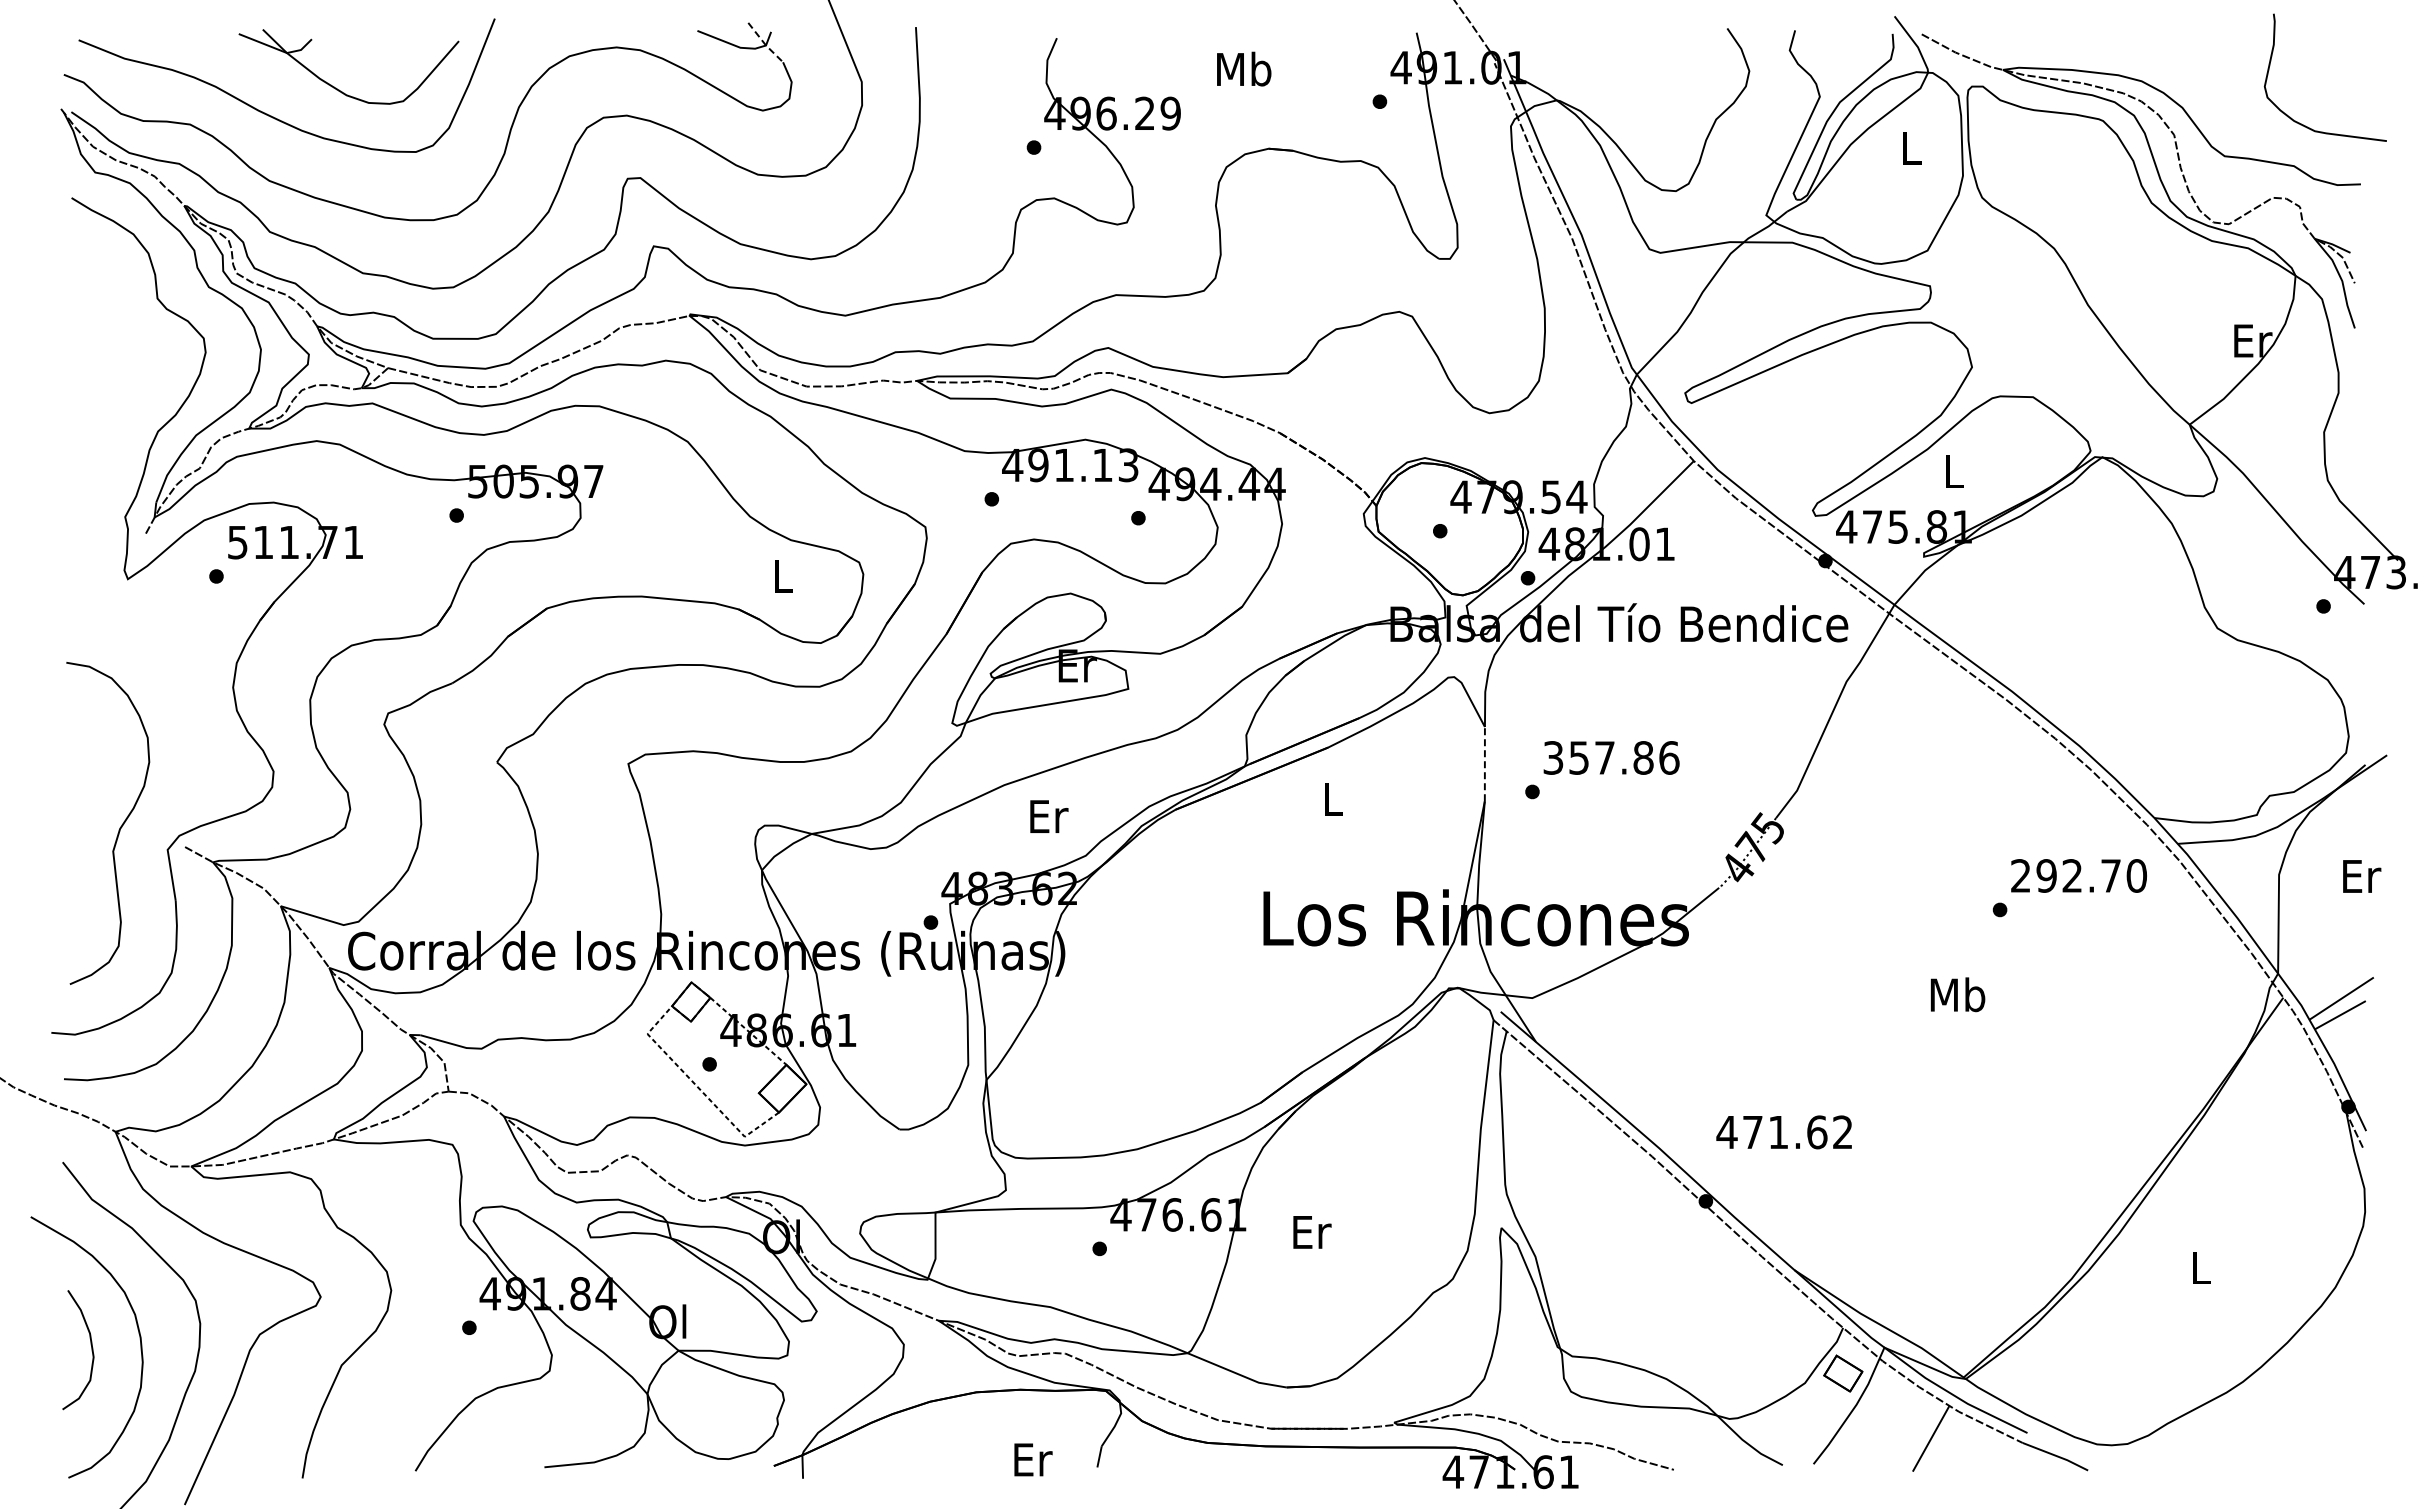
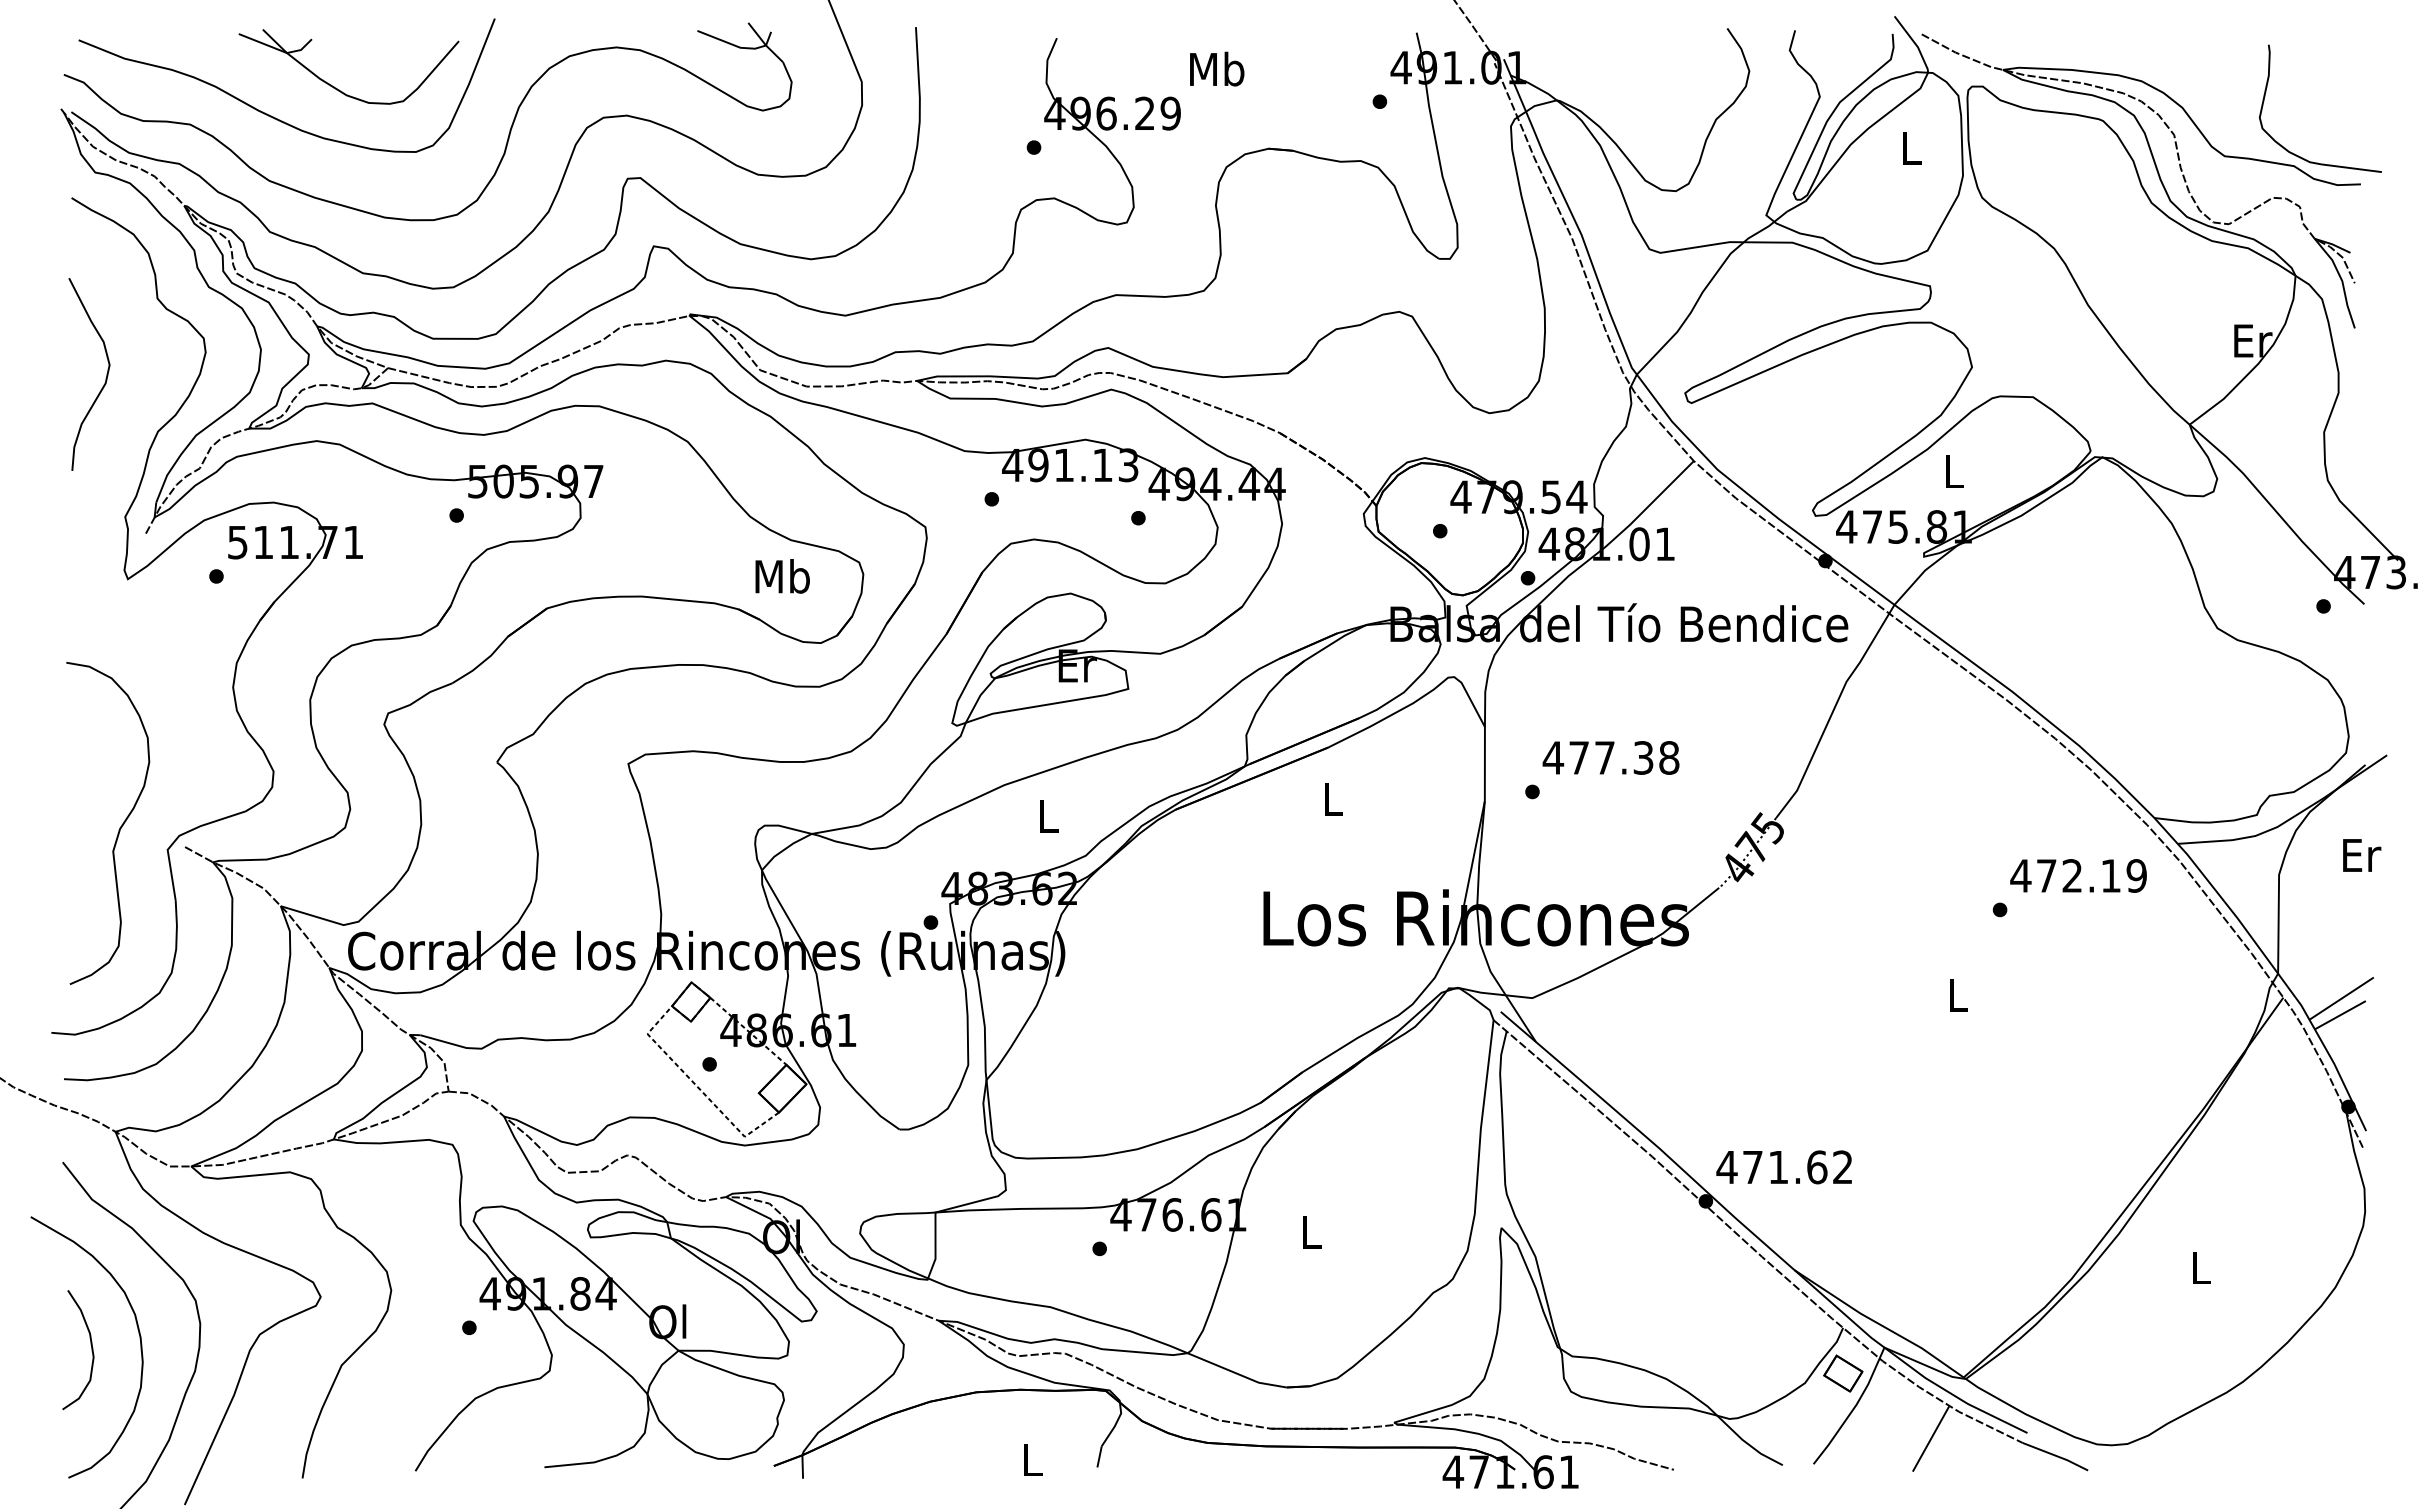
line at (764, 43): dashed -> solid
text at (1244, 68) position: (1244, 68) -> (1217, 68)
curve at (2301, 123) position: (2301, 123) -> (2296, 154)
curve at (105, 378): none -> present
text at (782, 576): L -> Mb
text at (1610, 757): 357.86 -> 477.38
line at (1484, 763): dashed -> solid
text at (1049, 816): Er -> L
text at (2078, 875): 292.70 -> 472.19
text at (2362, 876) position: (2362, 876) -> (2362, 855)
text at (1957, 994): Mb -> L
text at (1783, 1132) position: (1783, 1132) -> (1783, 1167)
text at (1312, 1232): Er -> L
text at (1033, 1459): Er -> L
